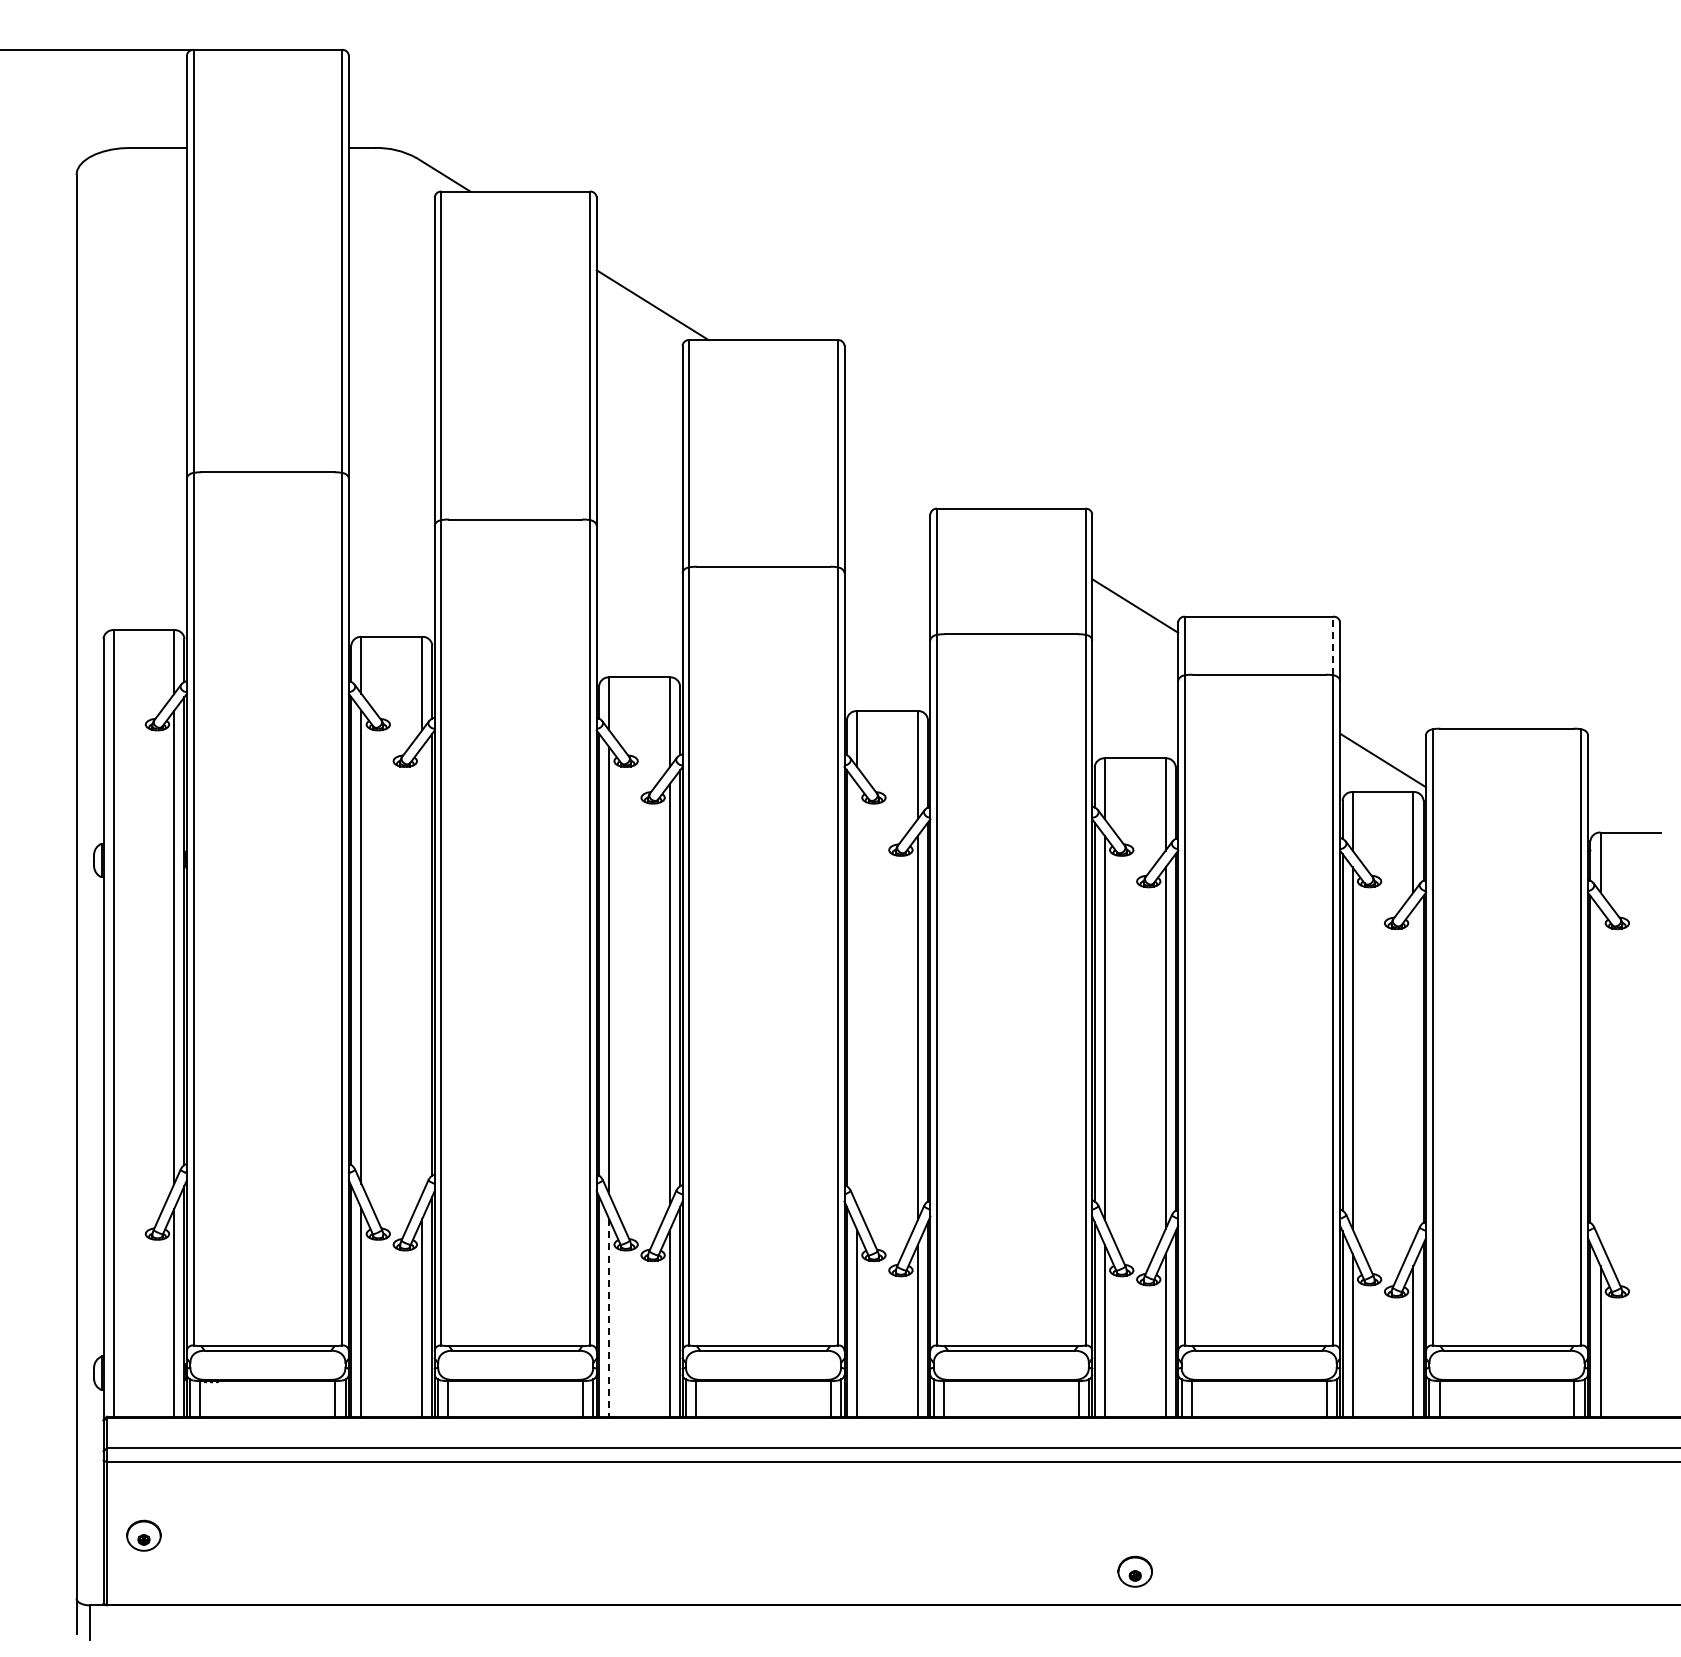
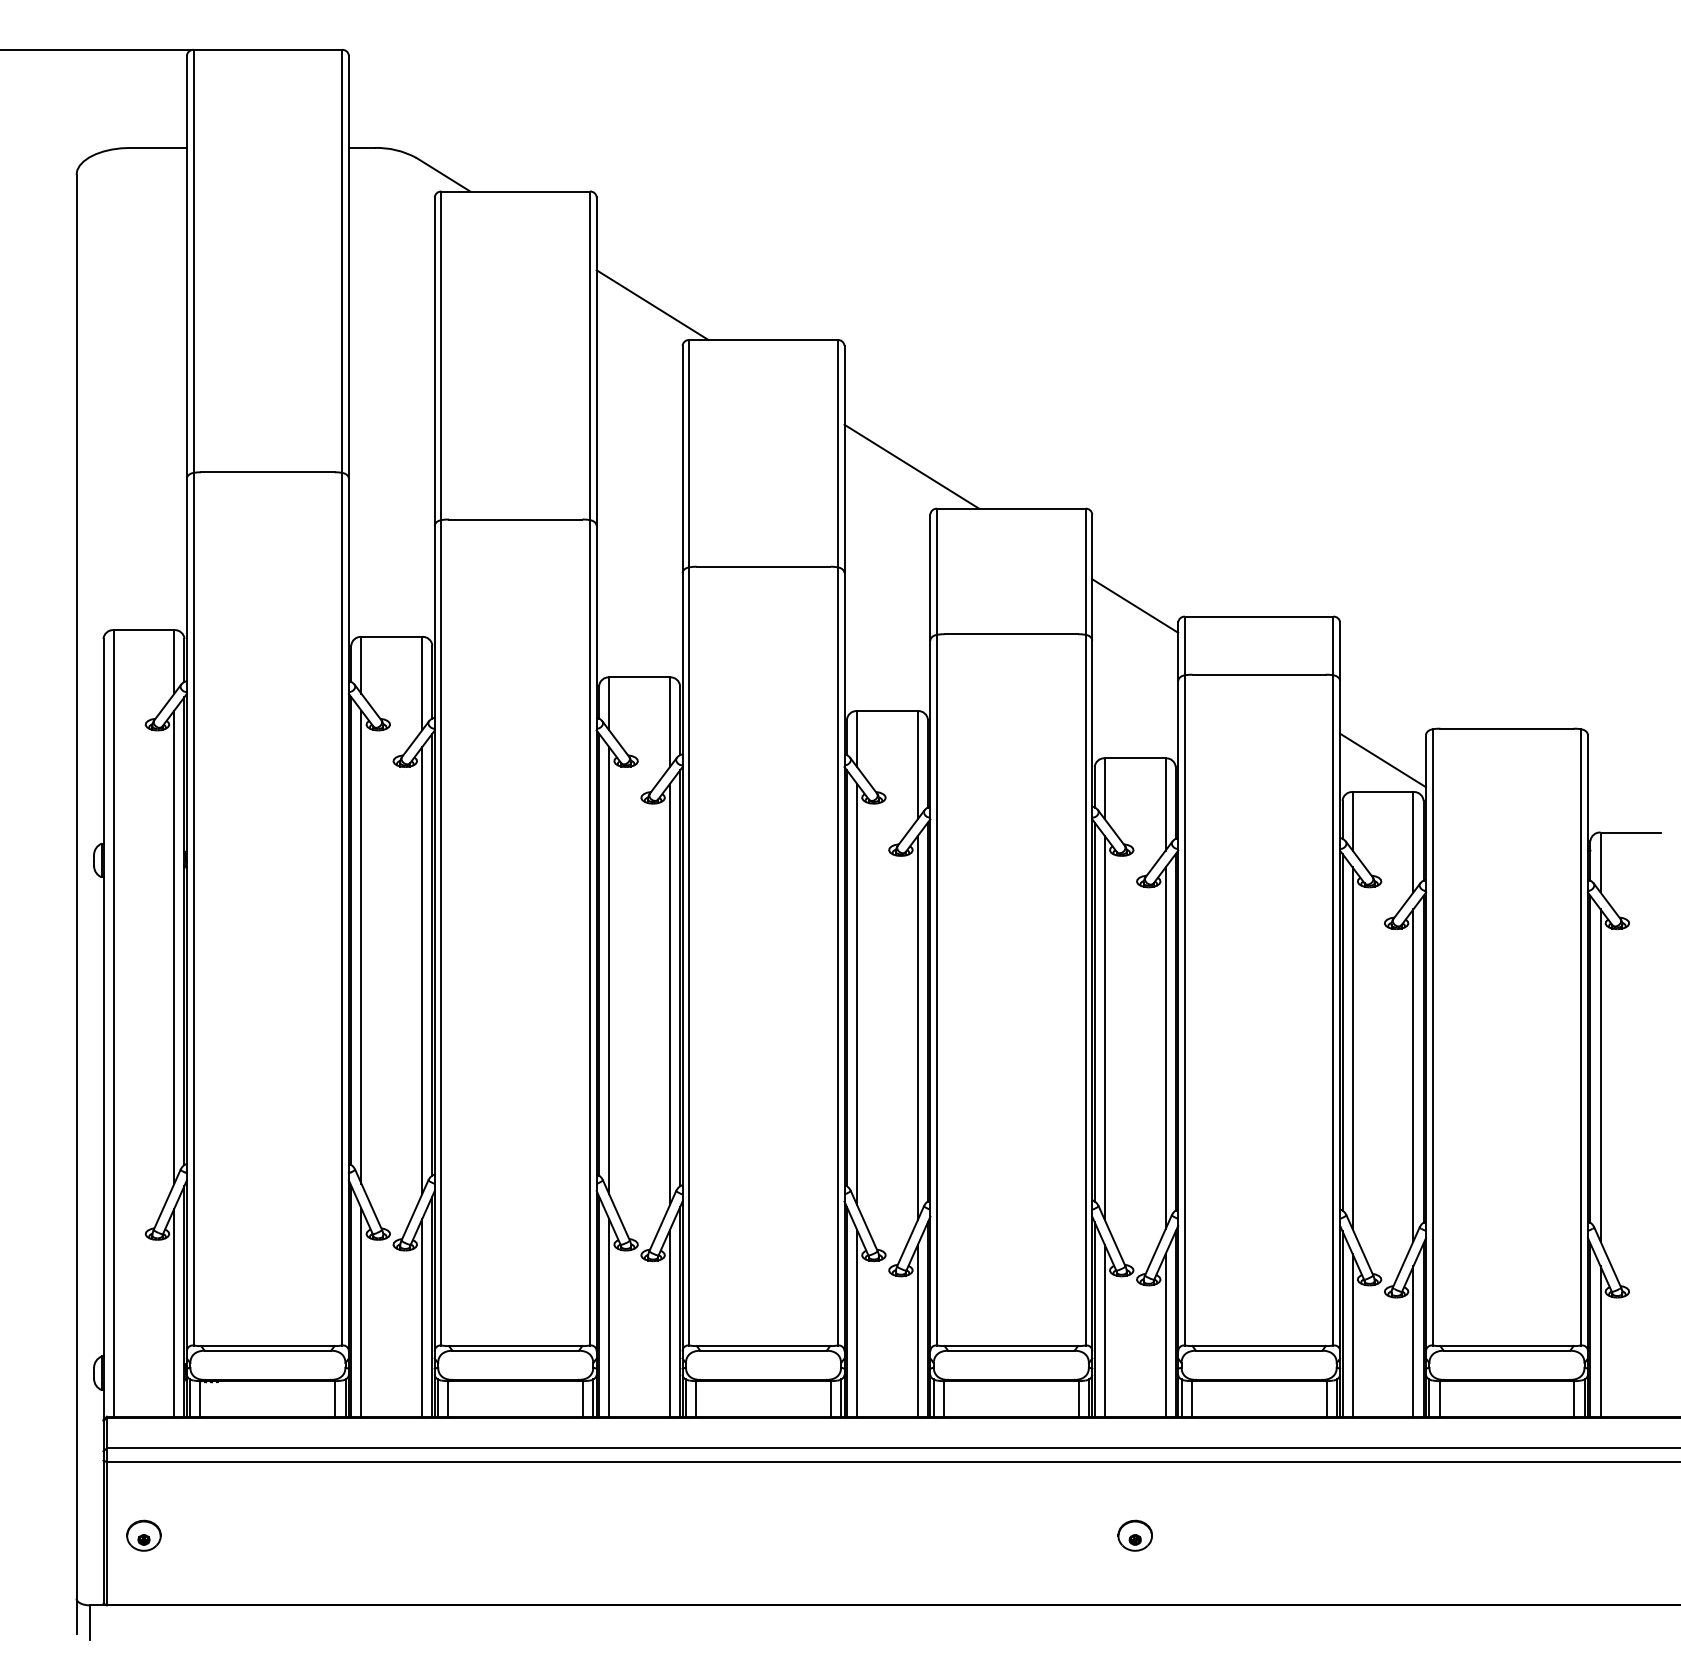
line at (911, 466): none -> present
line at (1333, 645): dashed -> solid
line at (422, 970): none -> present
line at (857, 993): none -> present
line at (1413, 1075): none -> present
line at (1600, 1075): none -> present
line at (609, 1317): dashed -> solid
part at (1134, 1571) position: (1134, 1571) -> (1134, 1535)
